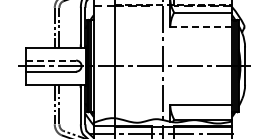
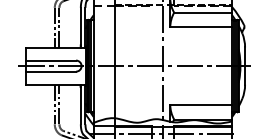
line at (201, 27): dashed -> solid
line at (51, 60): dashed -> solid
